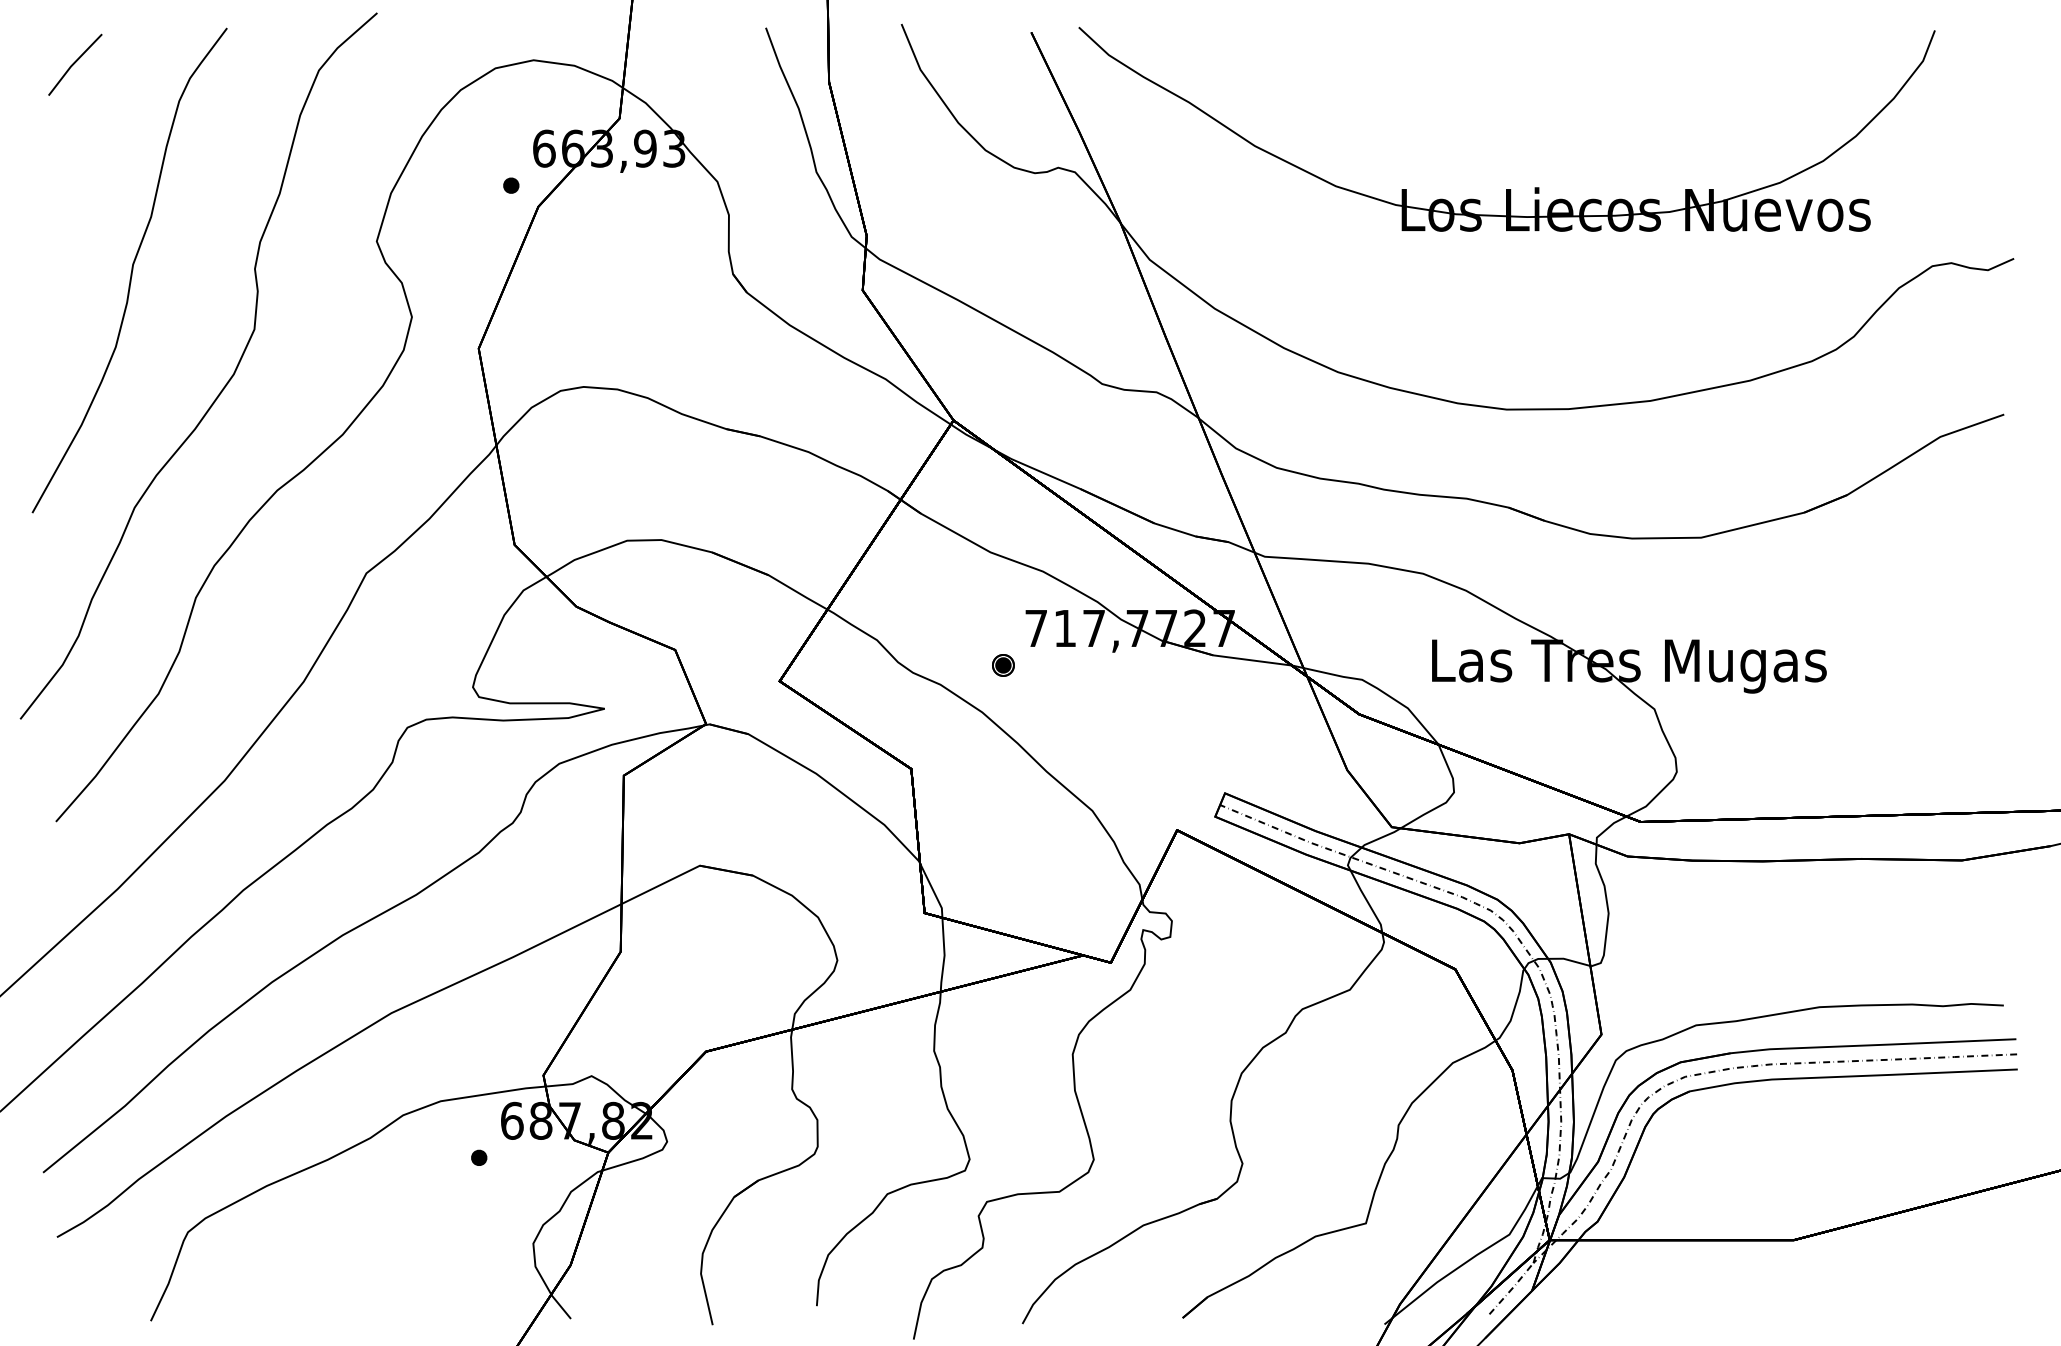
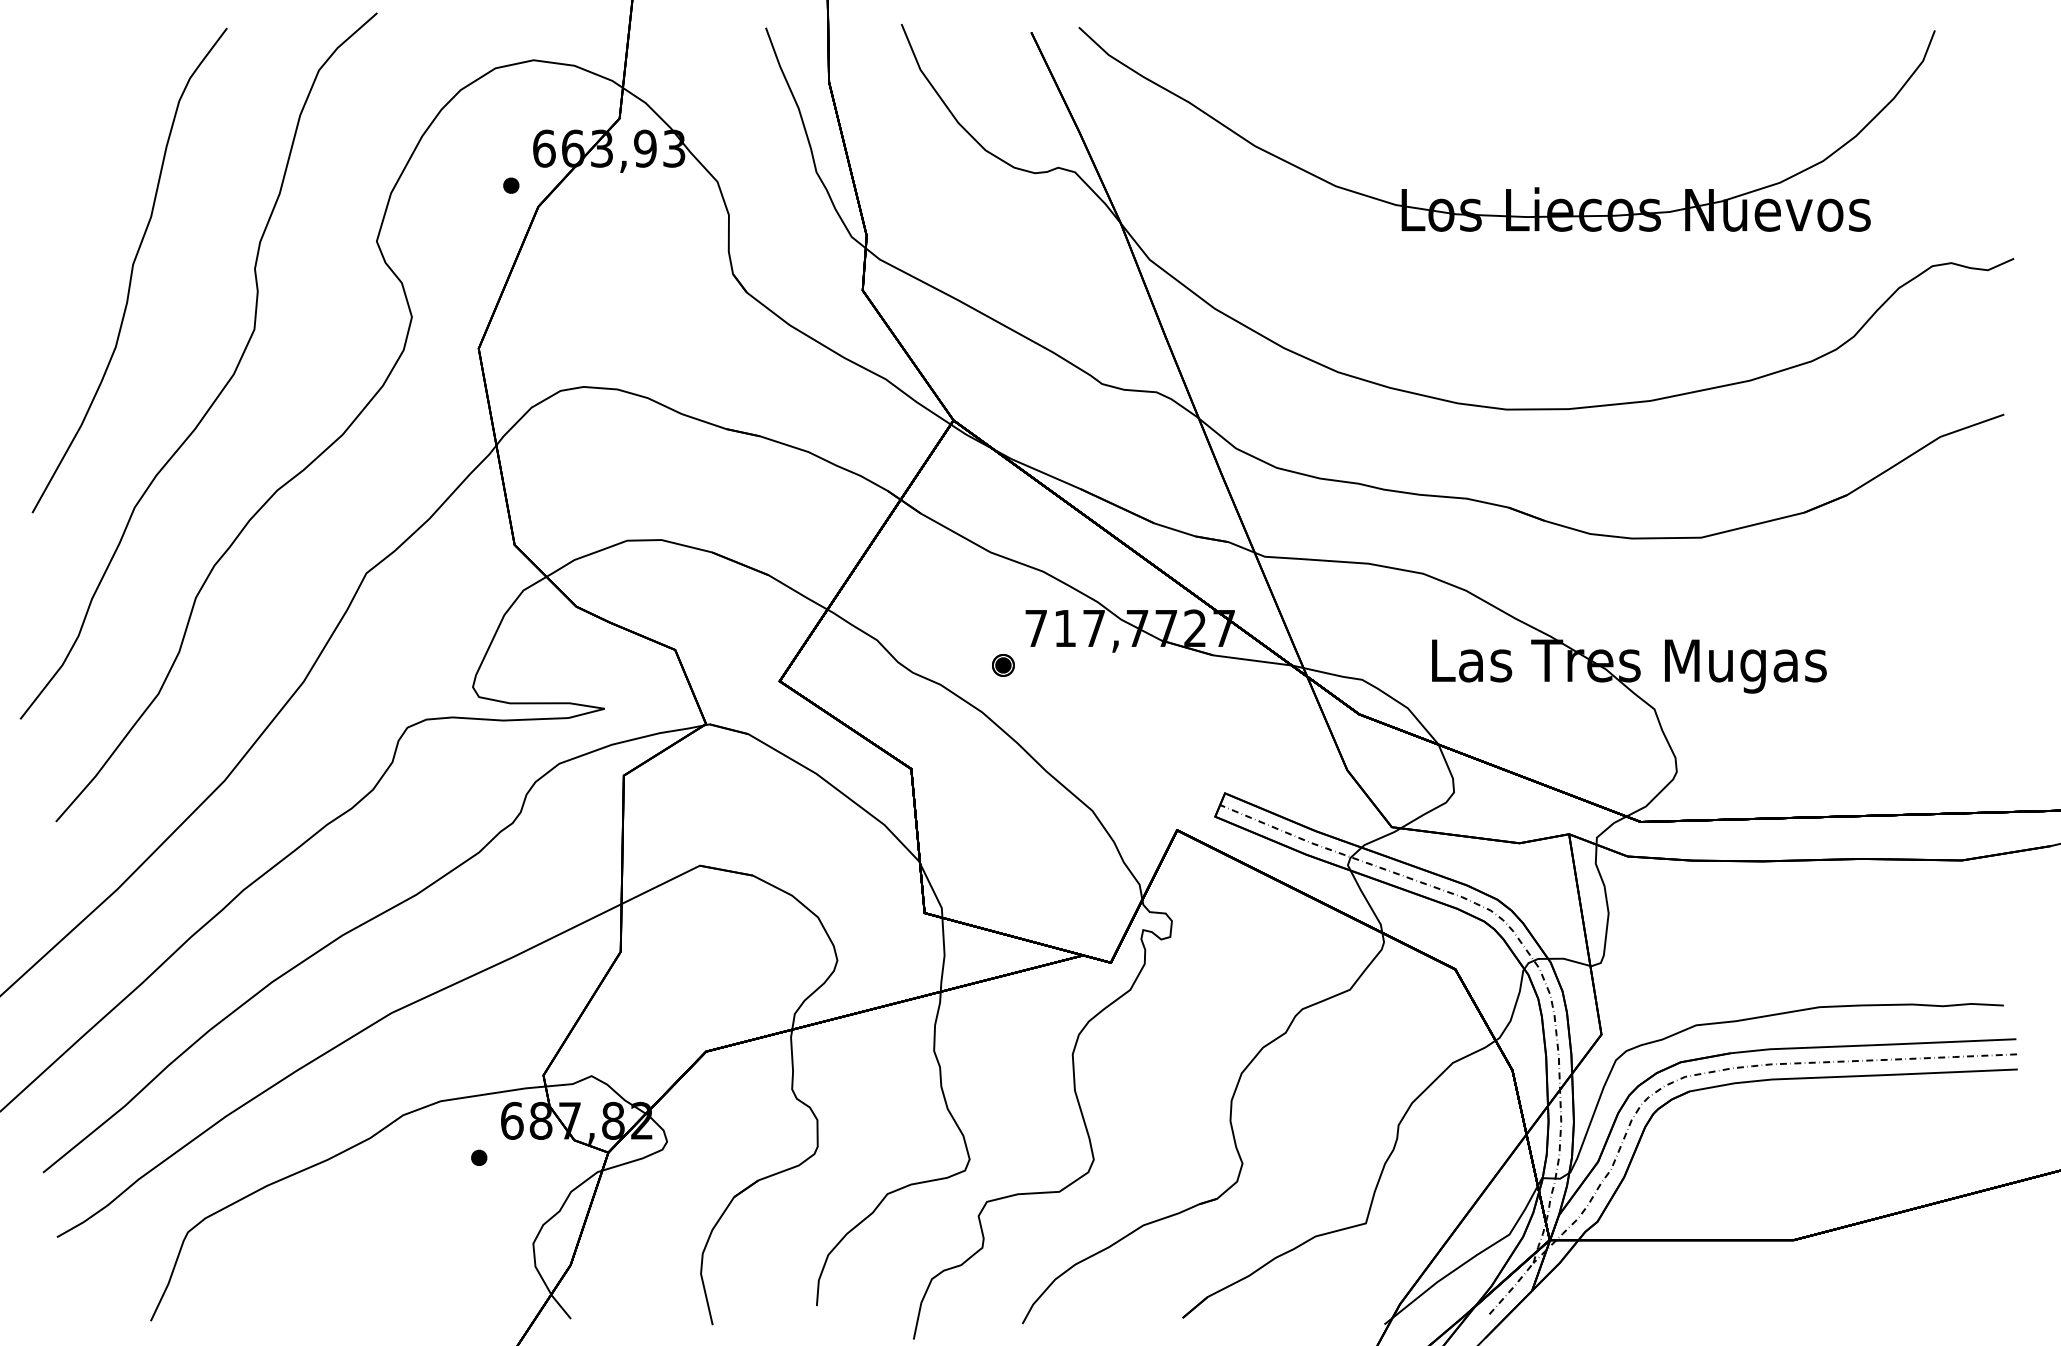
line at (75, 63): present -> none
